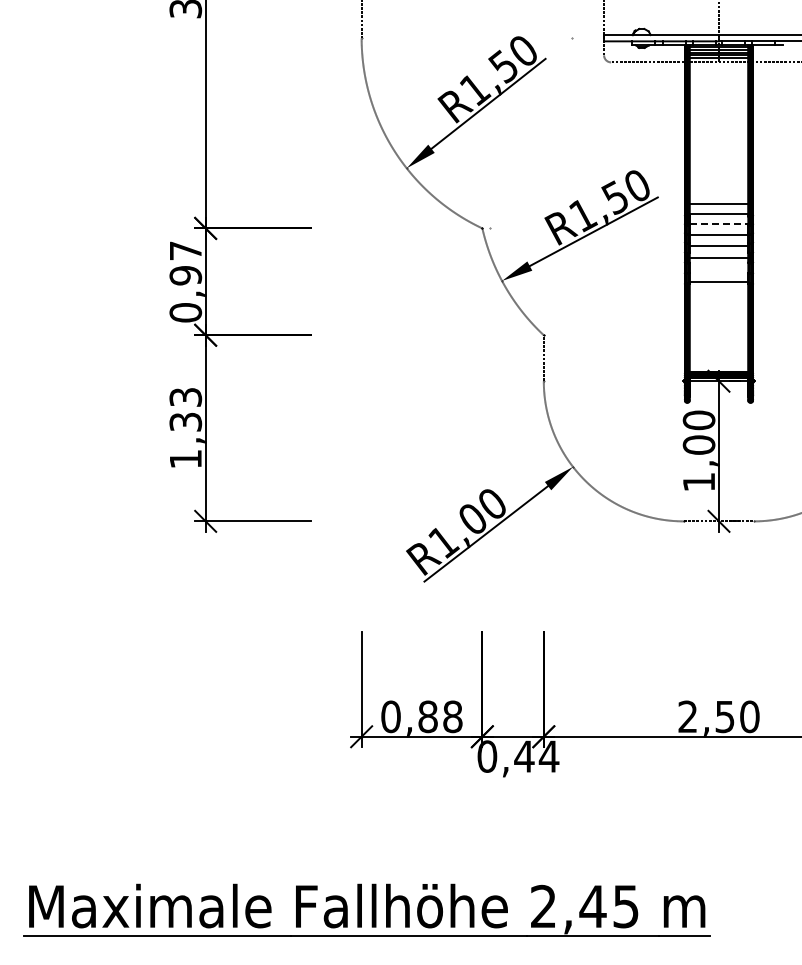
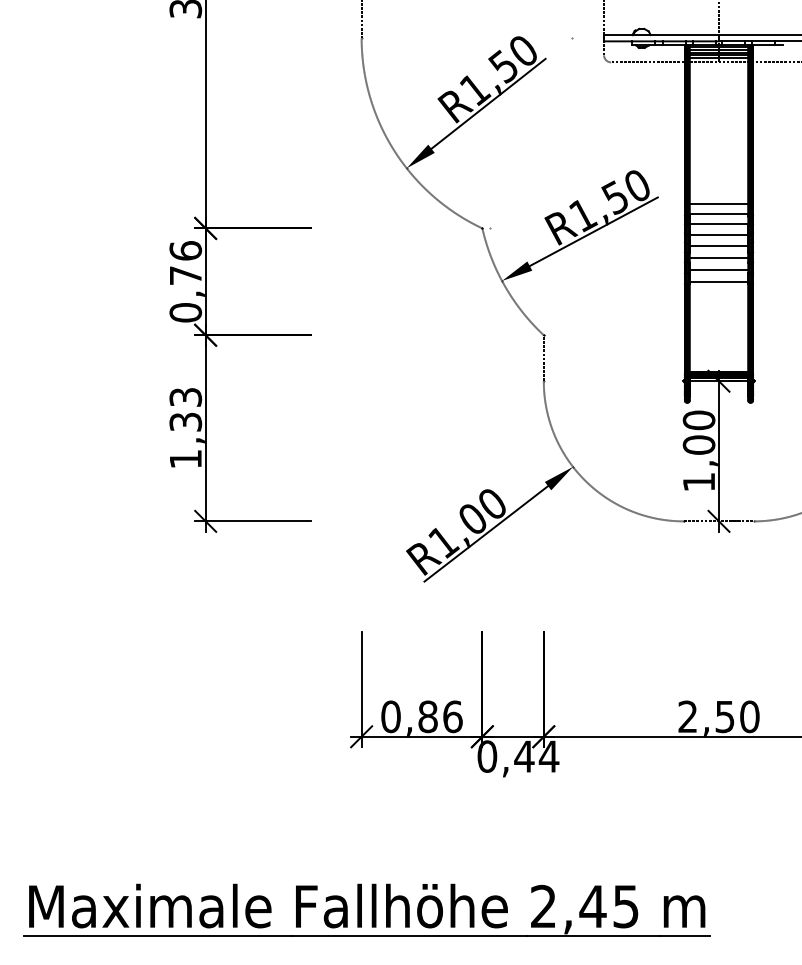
line at (719, 224): dashed -> solid
text at (185, 263): 0,97 -> 0,76
line at (718, 269): none -> present
text at (452, 716): 0,88 -> 0,86
